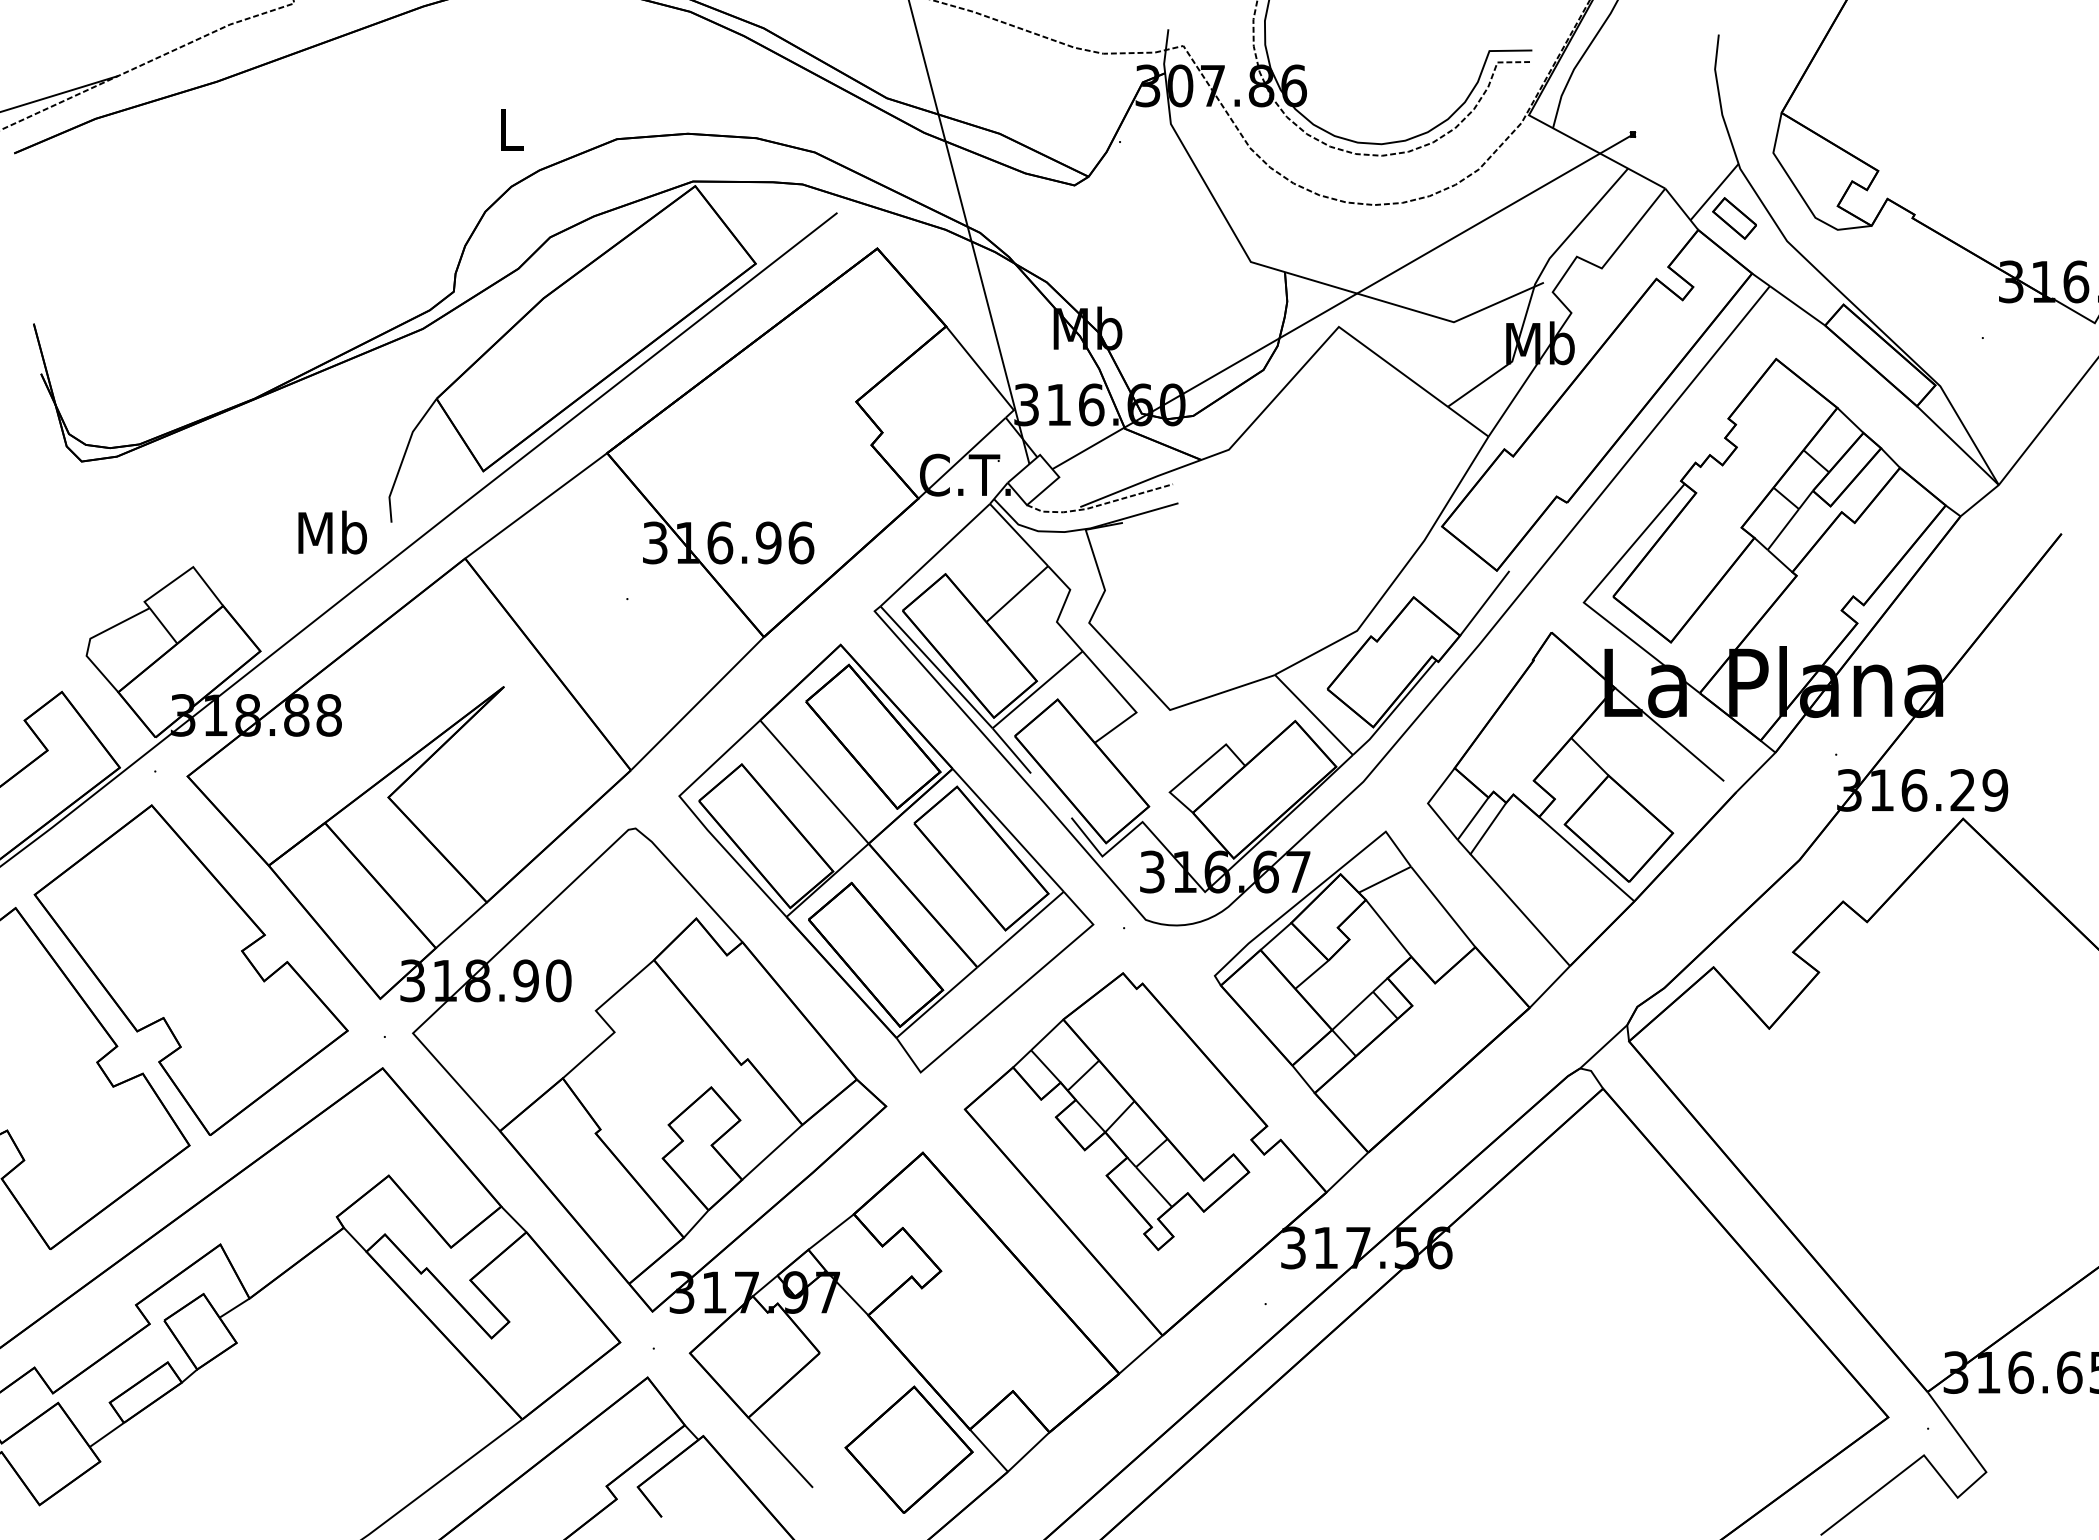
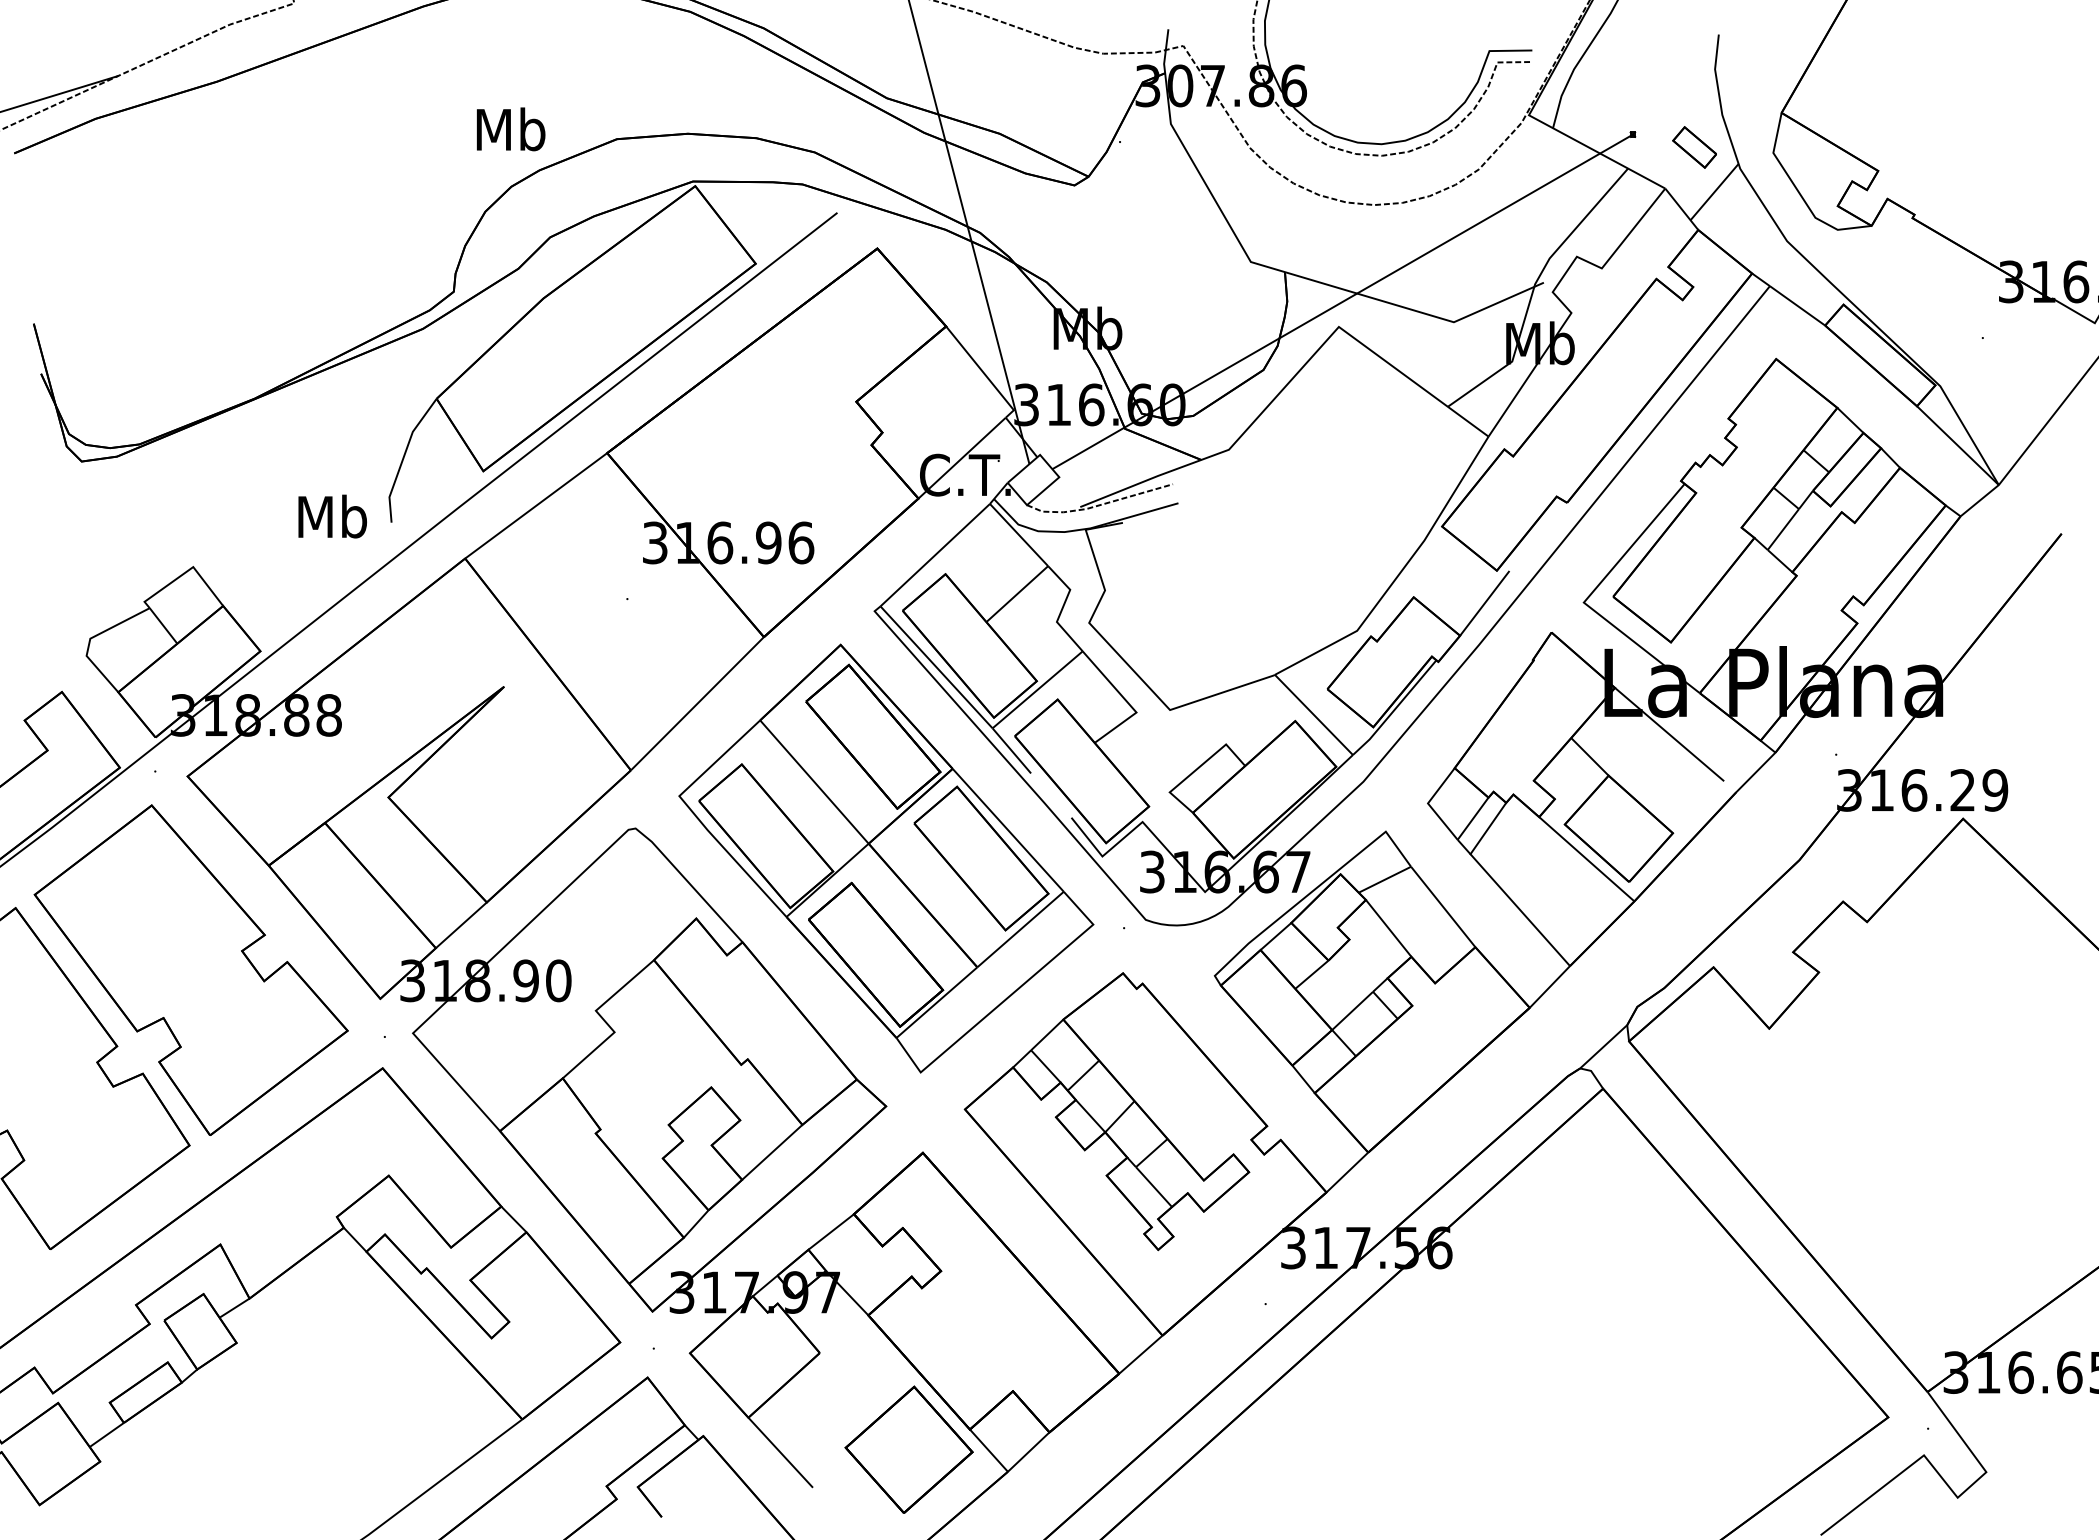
text at (510, 129): L -> Mb
part at (1734, 218) position: (1734, 218) -> (1694, 147)
text at (332, 532) position: (332, 532) -> (332, 516)
